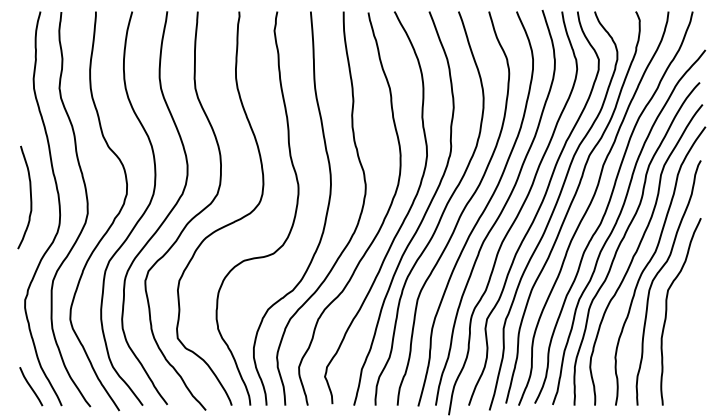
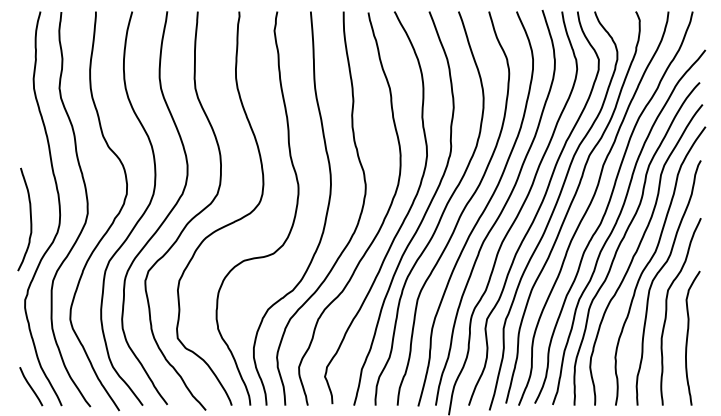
curve at (30, 197) position: (30, 197) -> (30, 219)
curve at (688, 337): none -> present
